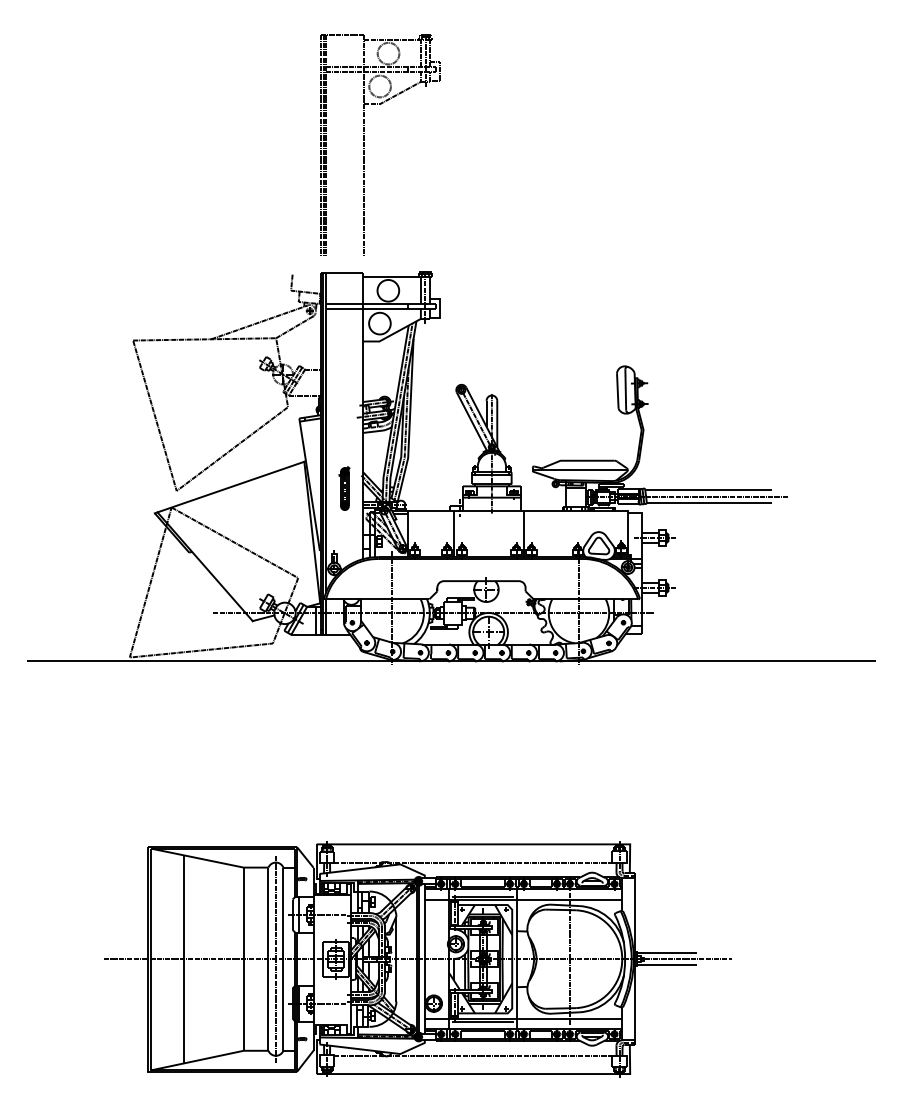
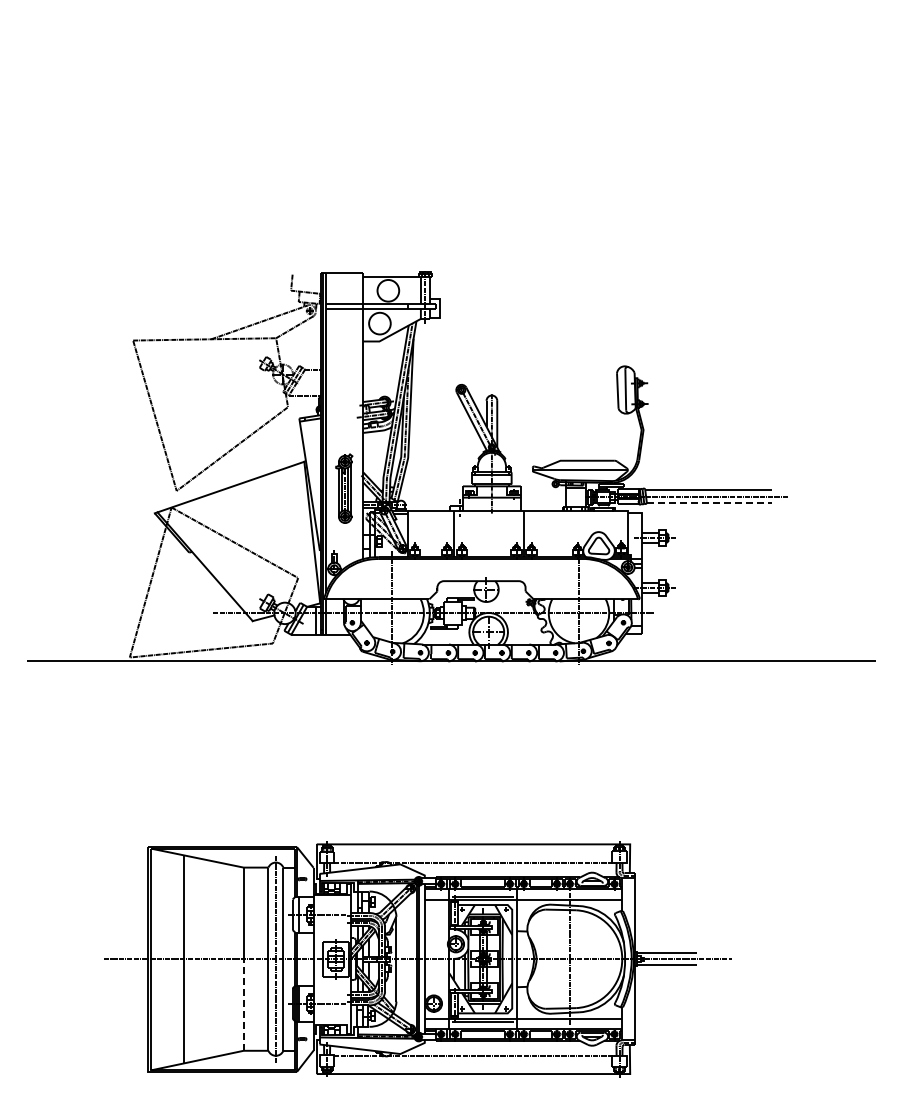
part at (364, 144): present -> none
part at (344, 488) size: 13x45 px -> 19x71 px
line at (709, 503): solid -> dashed
line at (243, 1005): solid -> dashed
